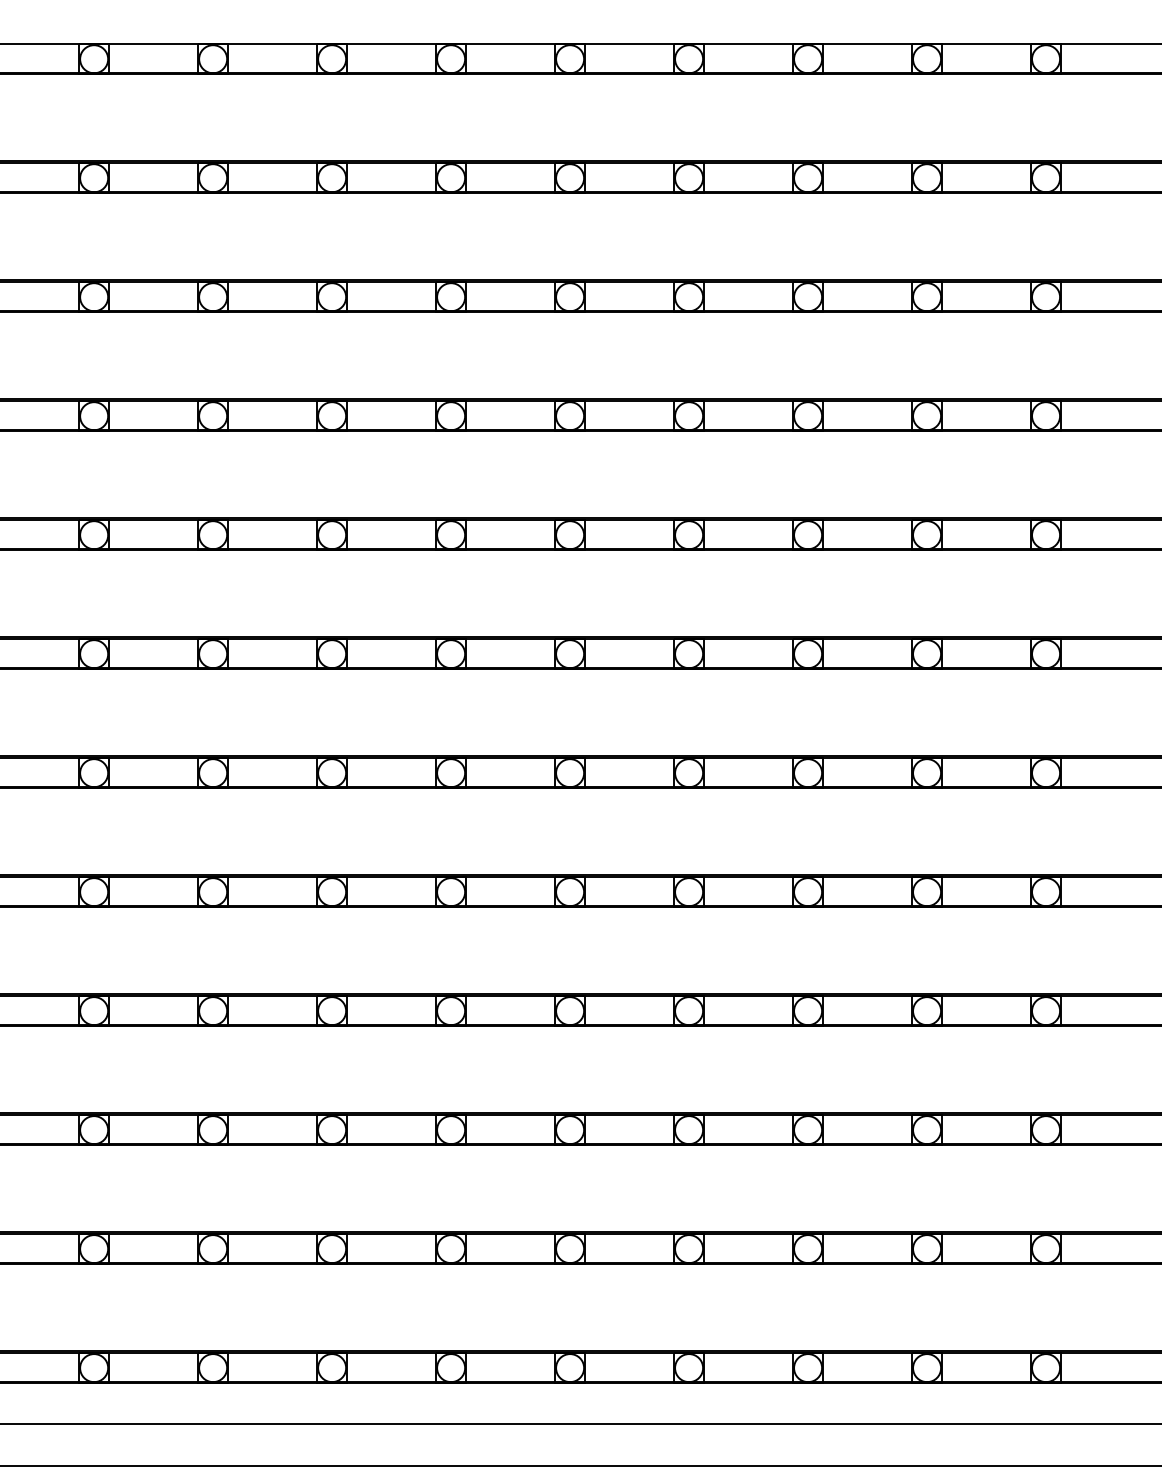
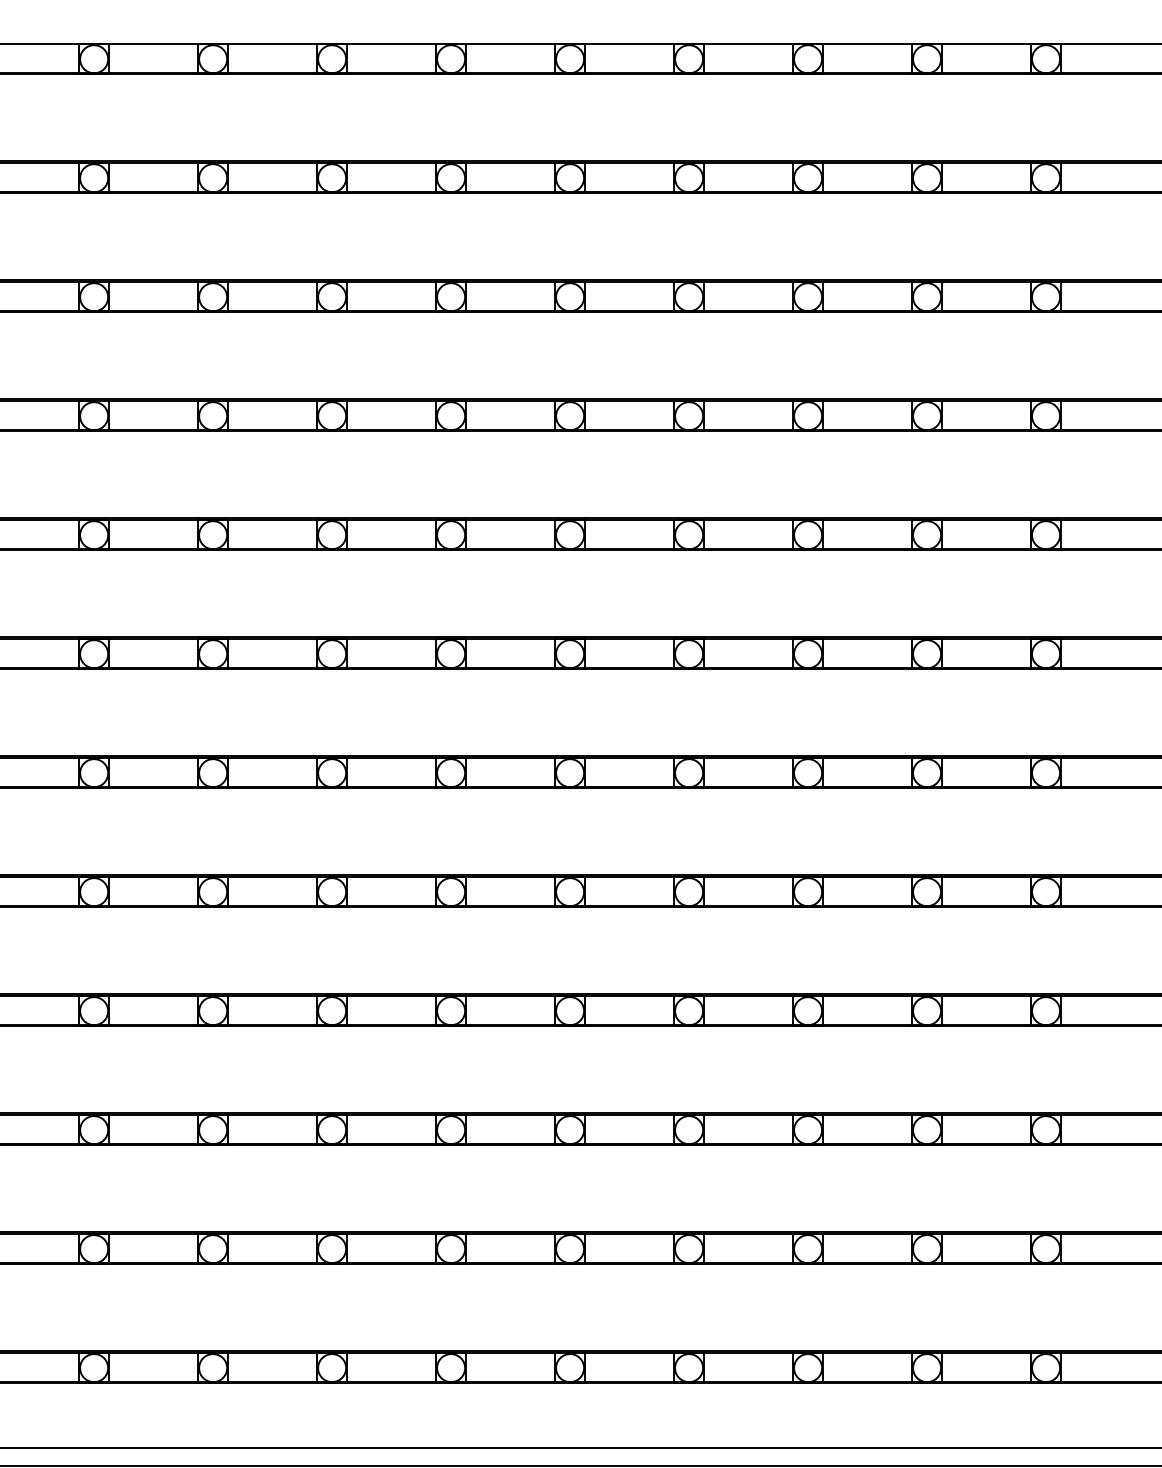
line at (580, 1423) position: (580, 1423) -> (580, 1447)
